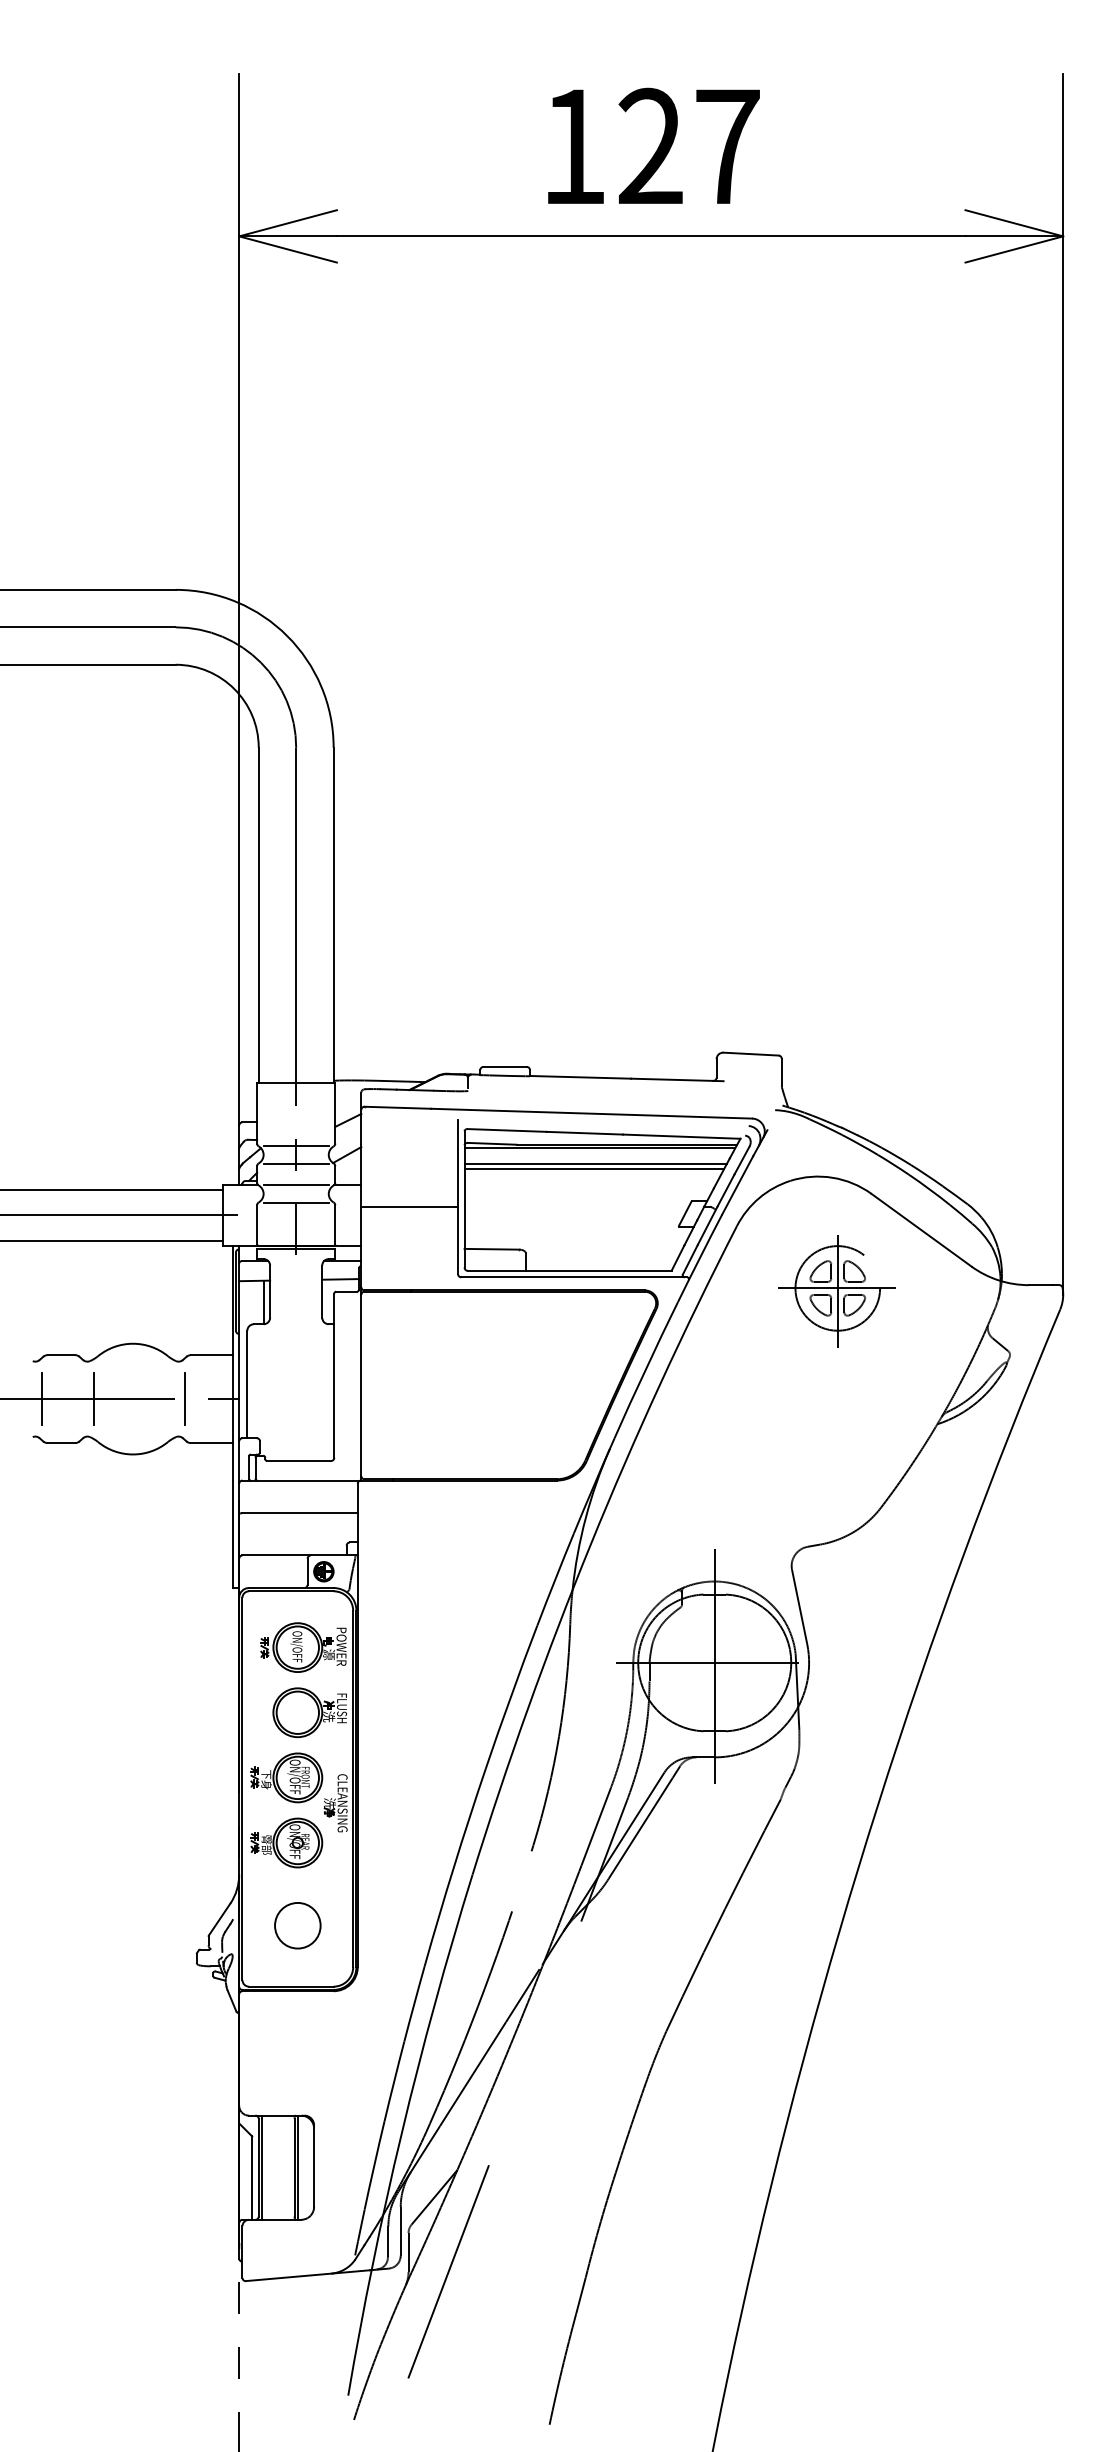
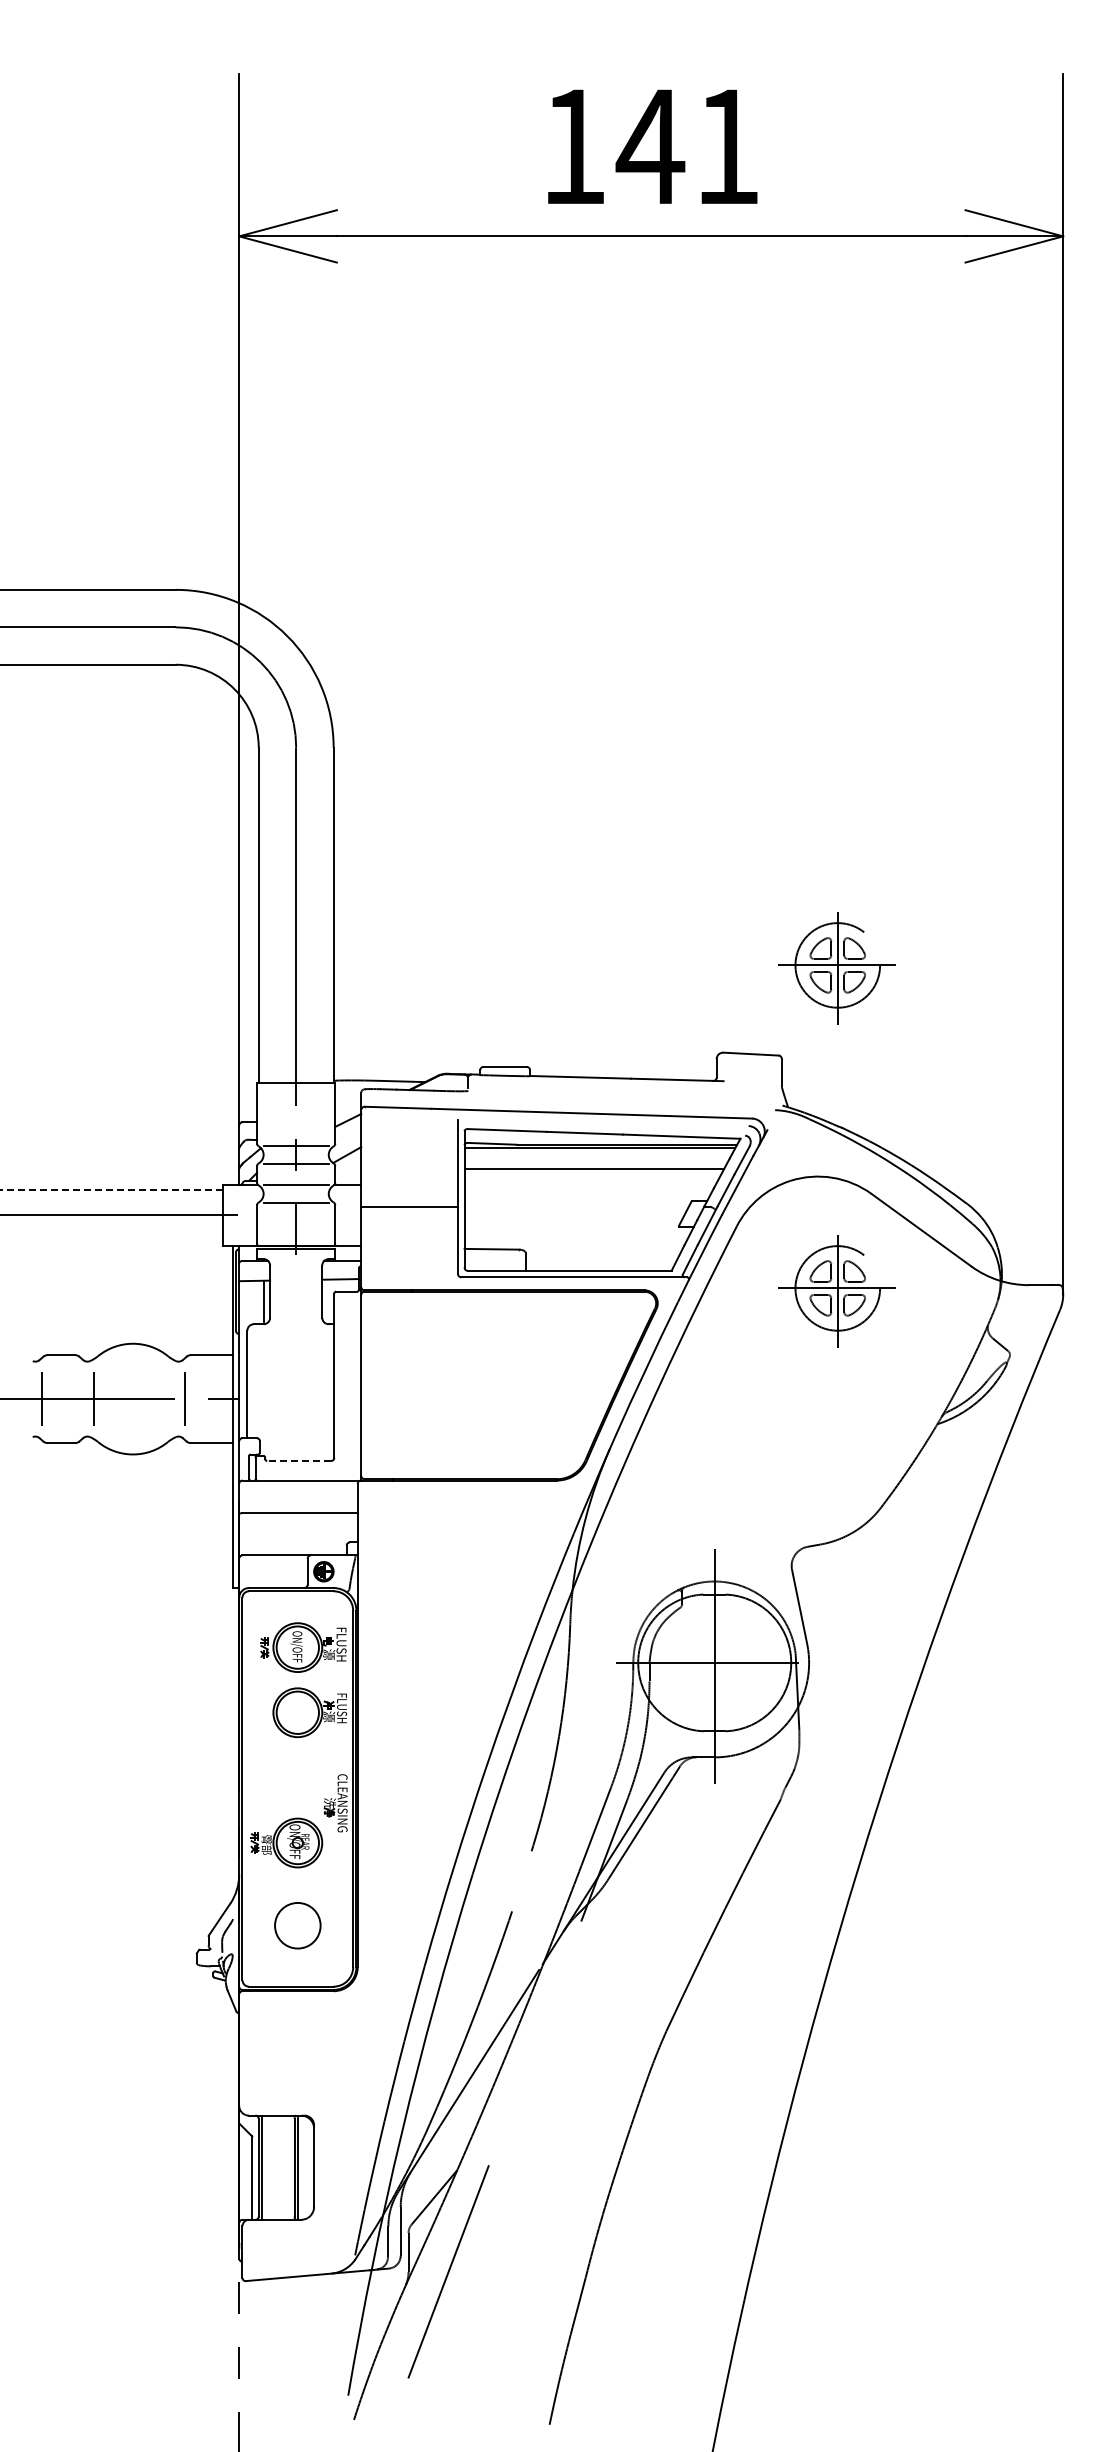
text at (687, 145): 127 -> 141
part at (836, 968): none -> present
line at (595, 1164): present -> none
line at (110, 1190): solid -> dashed
line at (112, 1240): present -> none
line at (299, 1461): solid -> dashed
text at (341, 1647): POWER -> FLUSH
text at (329, 1717): 洗 -> 源
part at (286, 1777): present -> none
